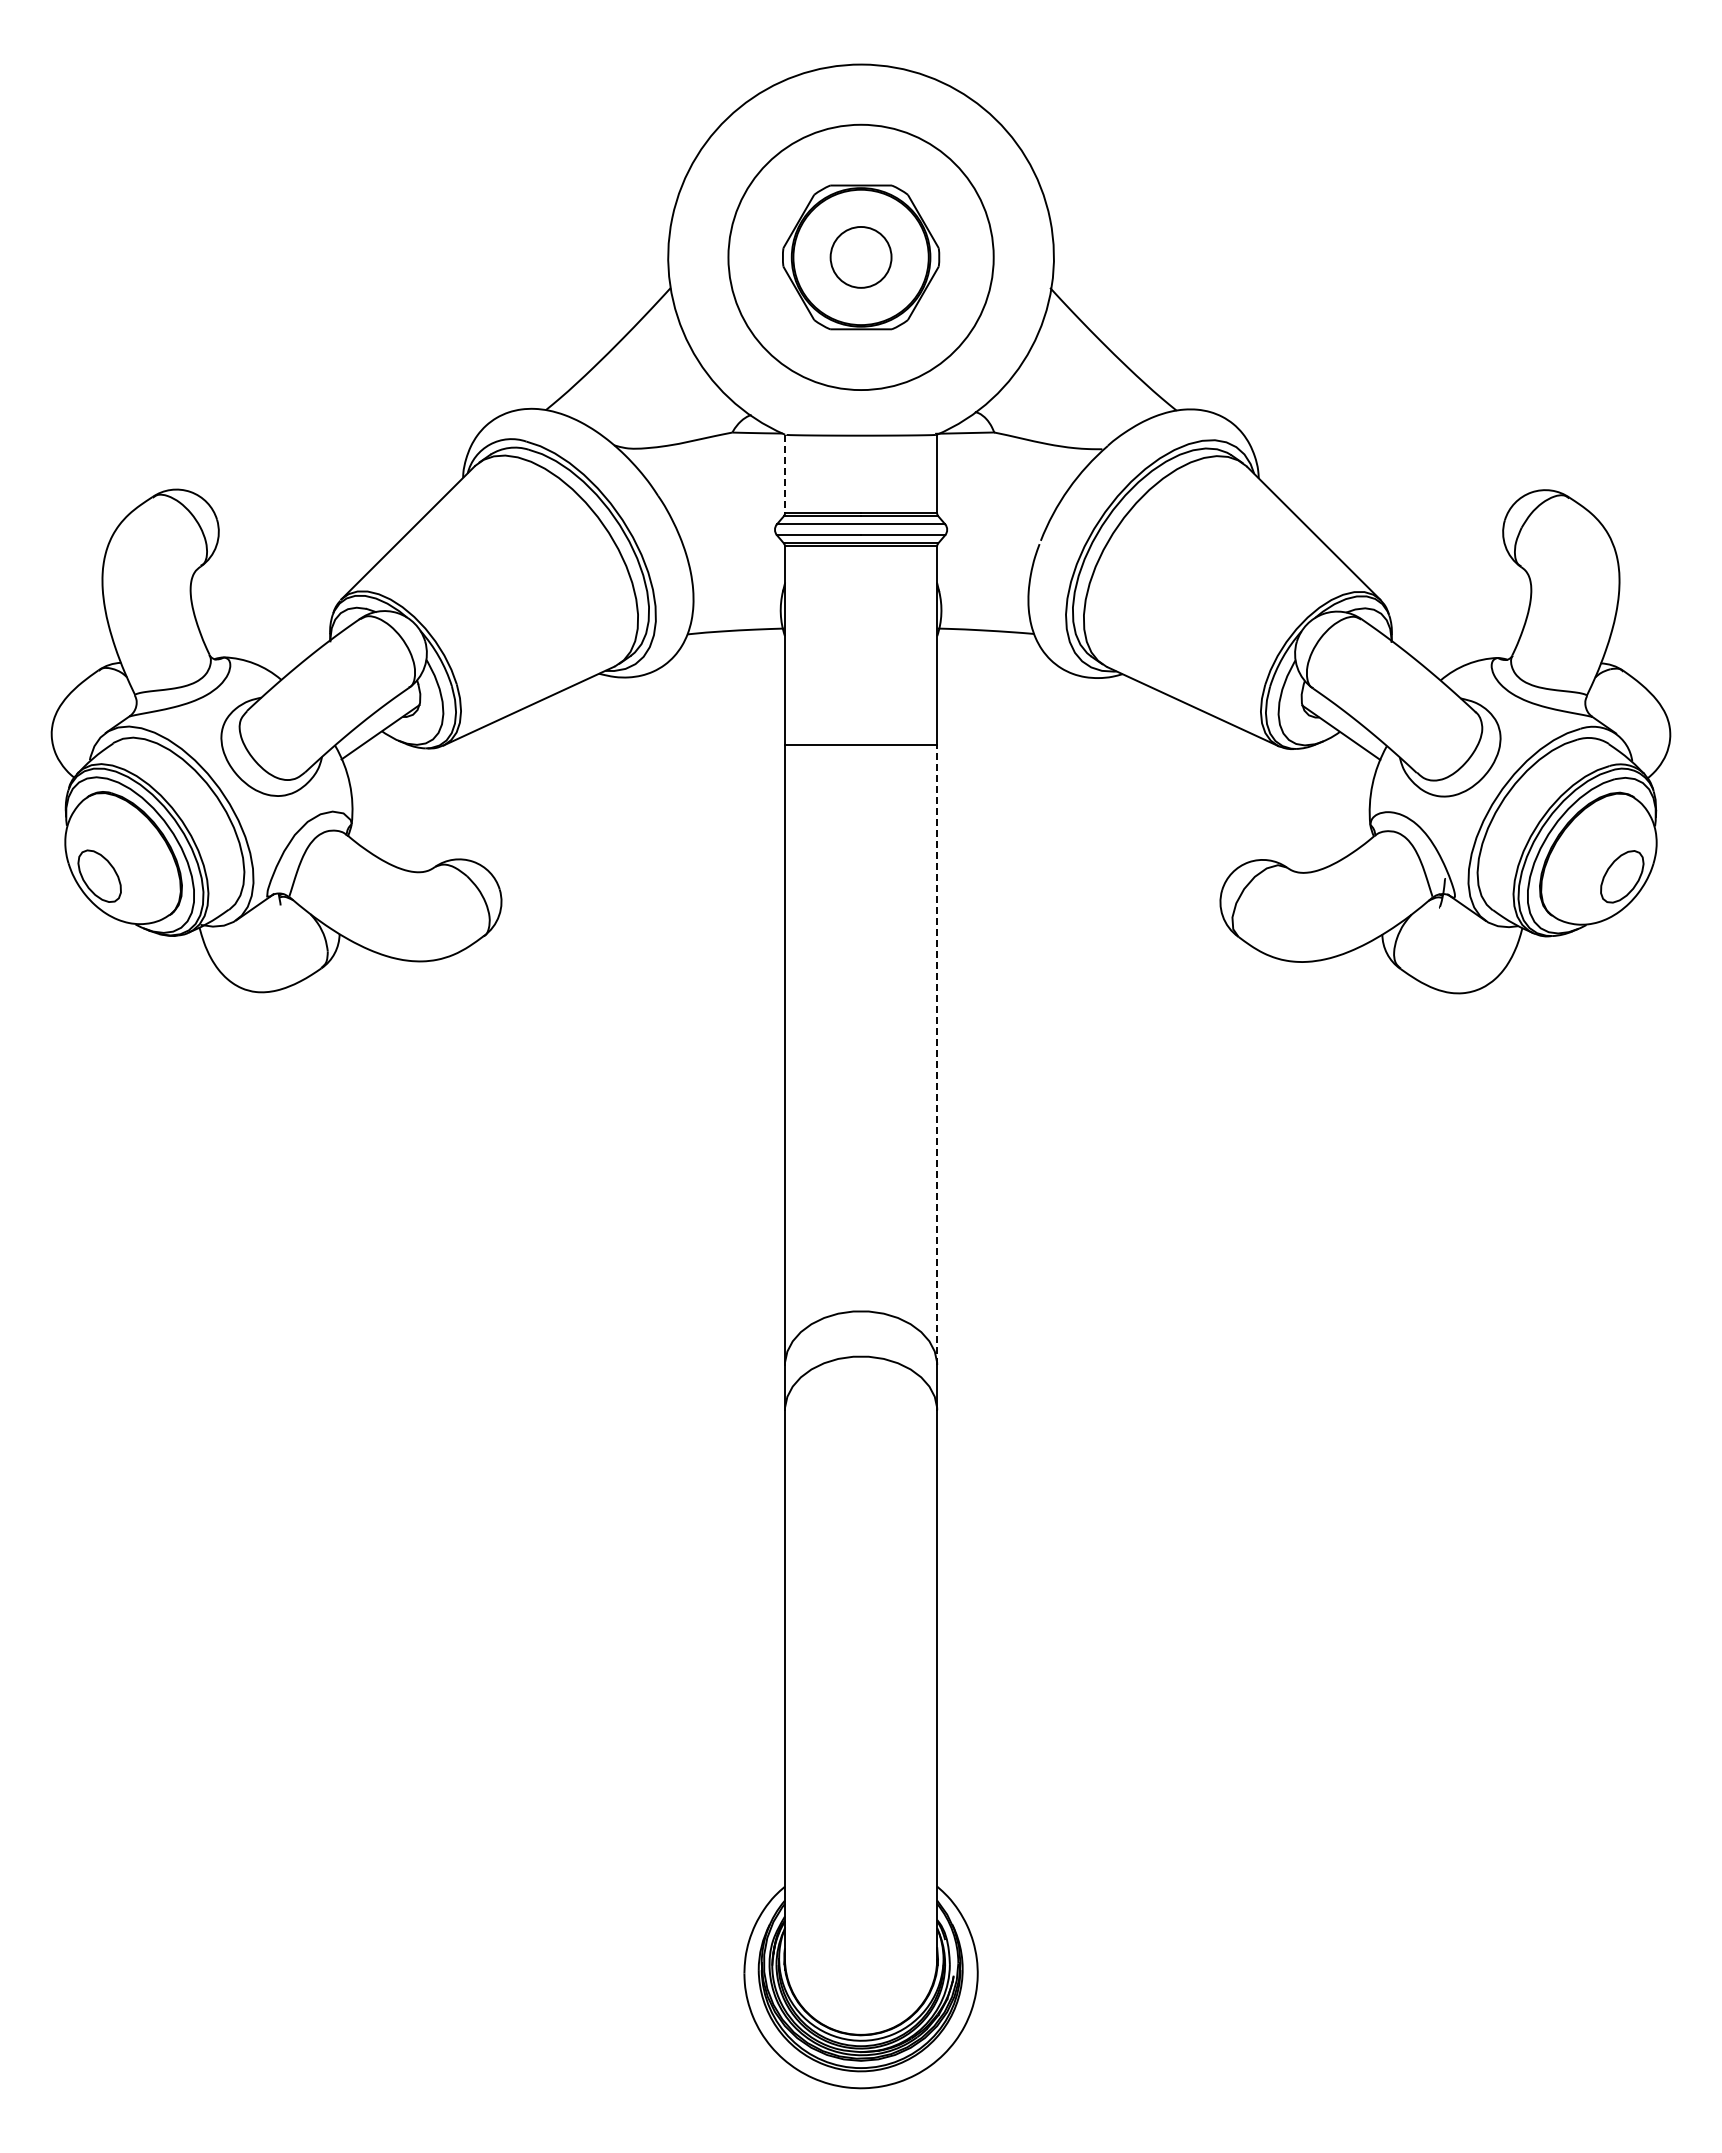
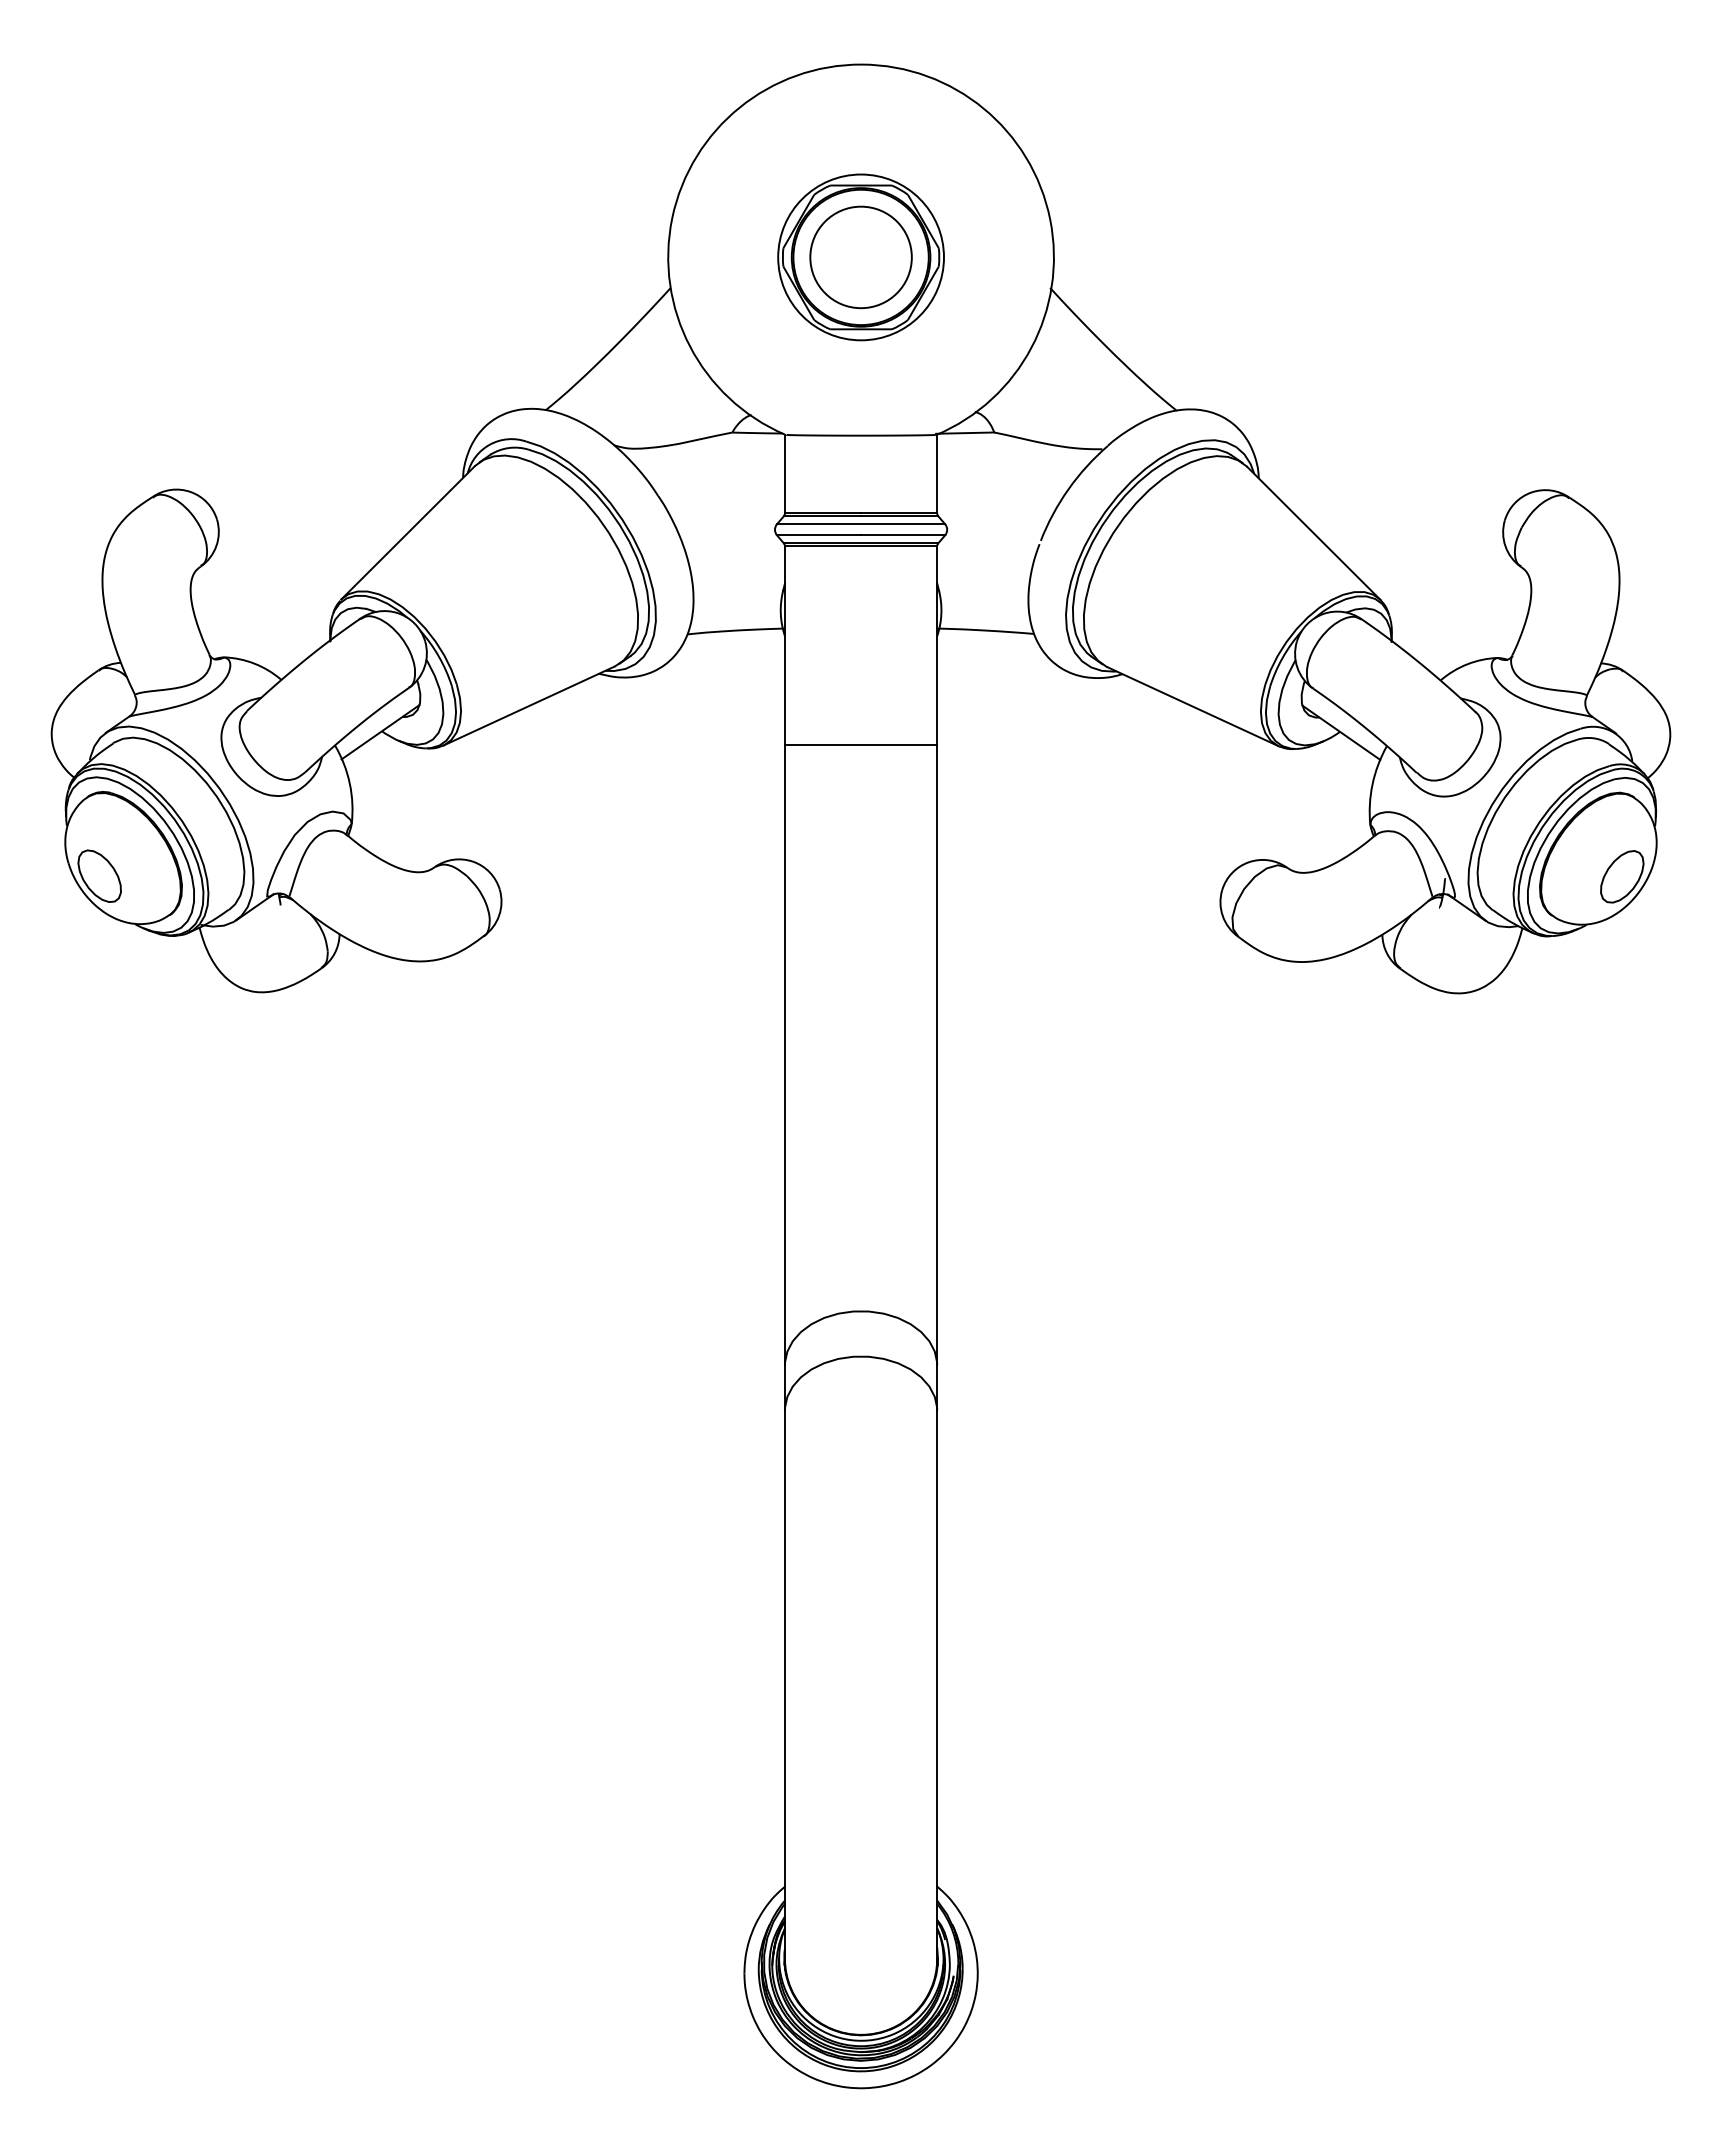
circle at (860, 256) diameter: 61 px -> 101 px
circle at (860, 257) diameter: 265 px -> 166 px
line at (784, 474): dashed -> solid
line at (937, 1054): dashed -> solid
